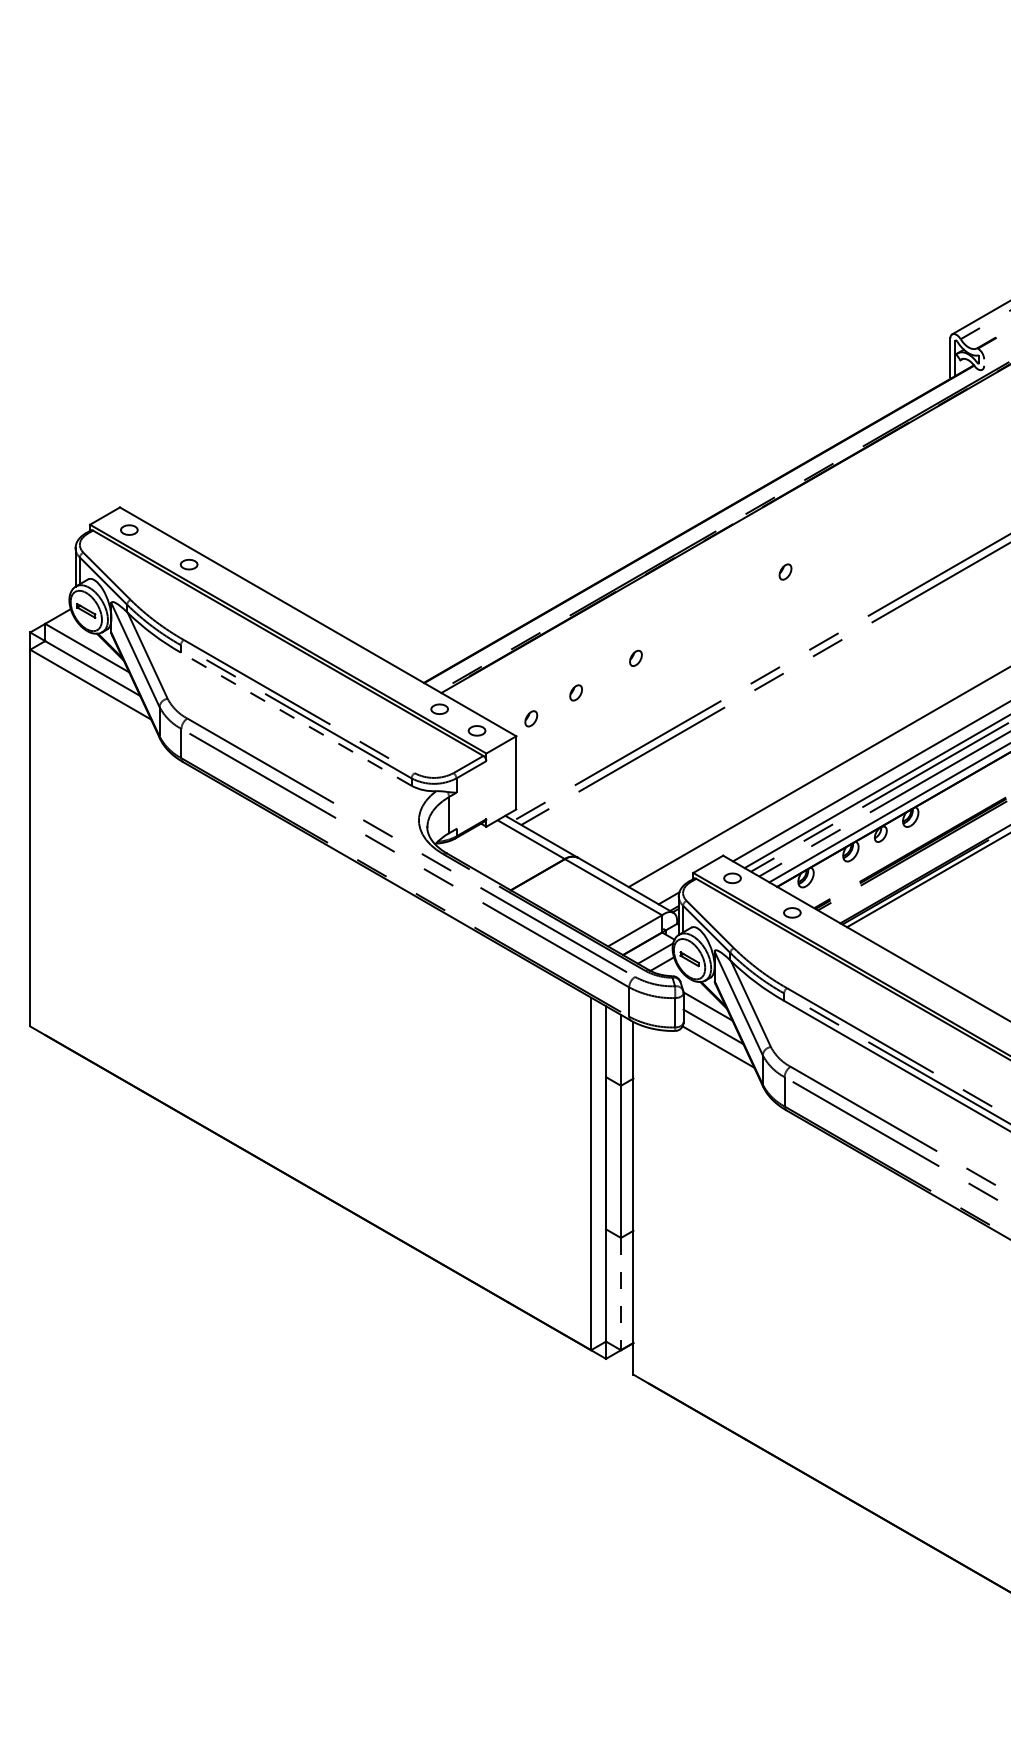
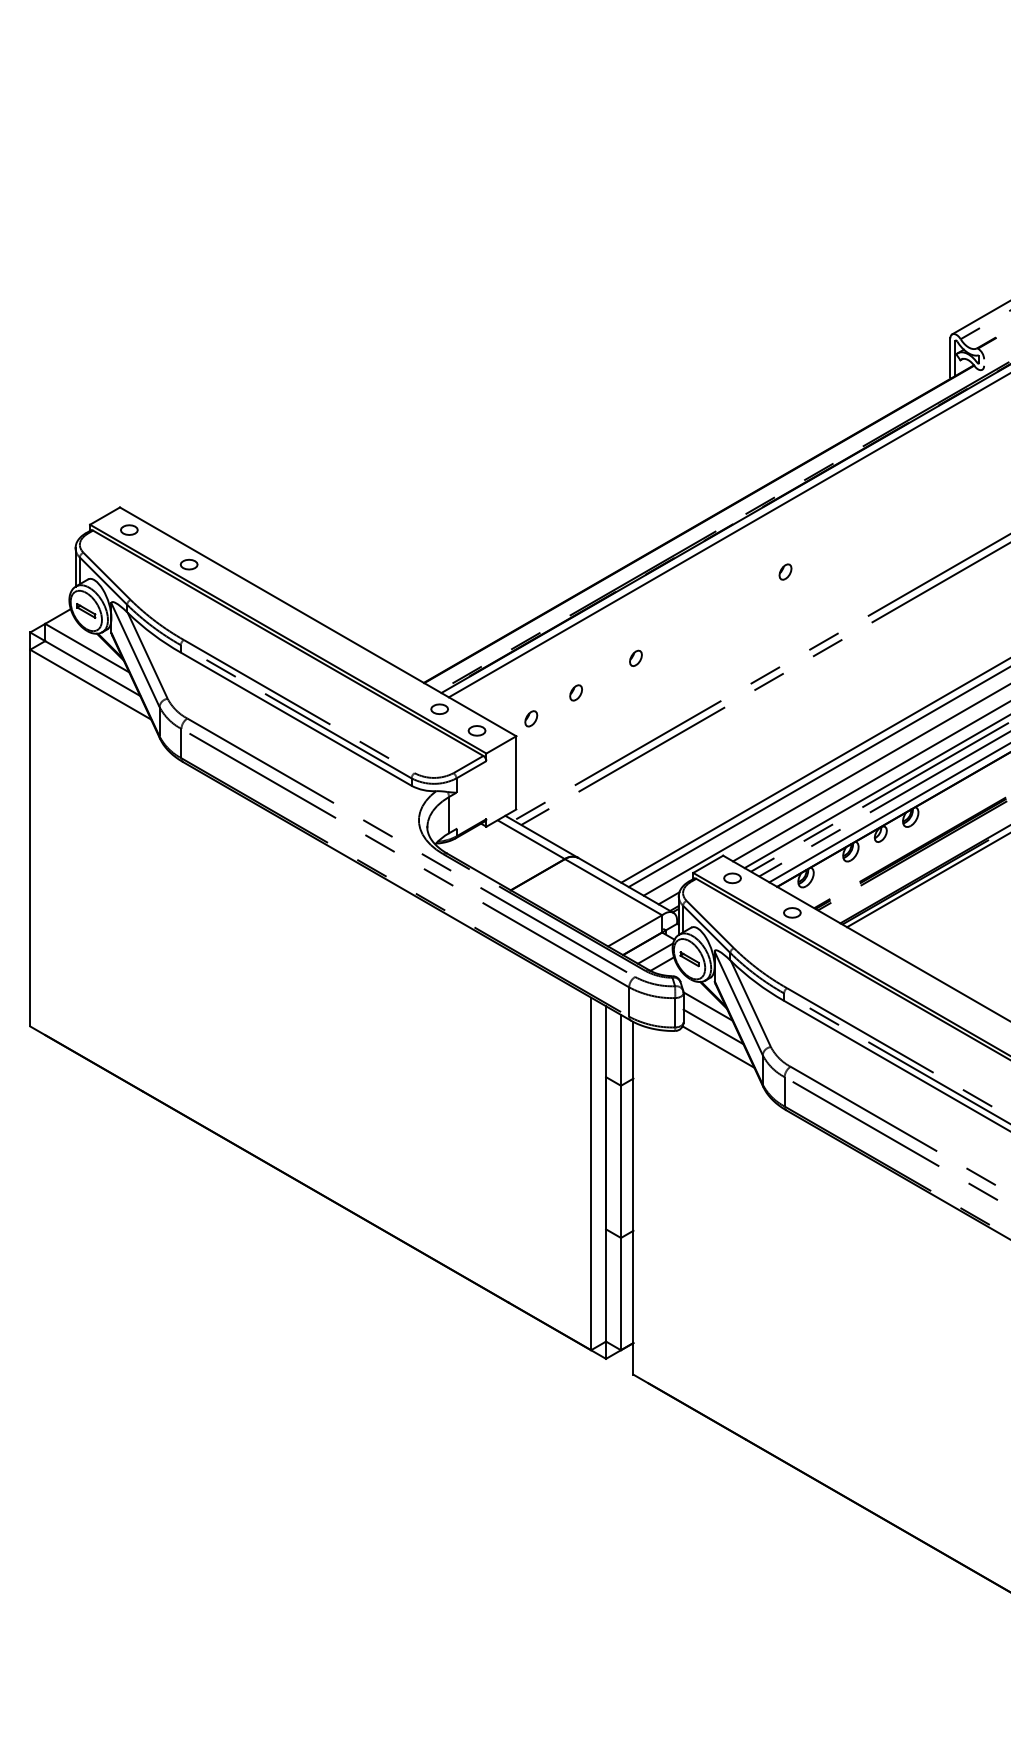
line at (727, 535): none -> present
line at (295, 718): dashed -> solid
line at (814, 770): none -> present
line at (825, 790): none -> present
line at (621, 1294): dashed -> solid
